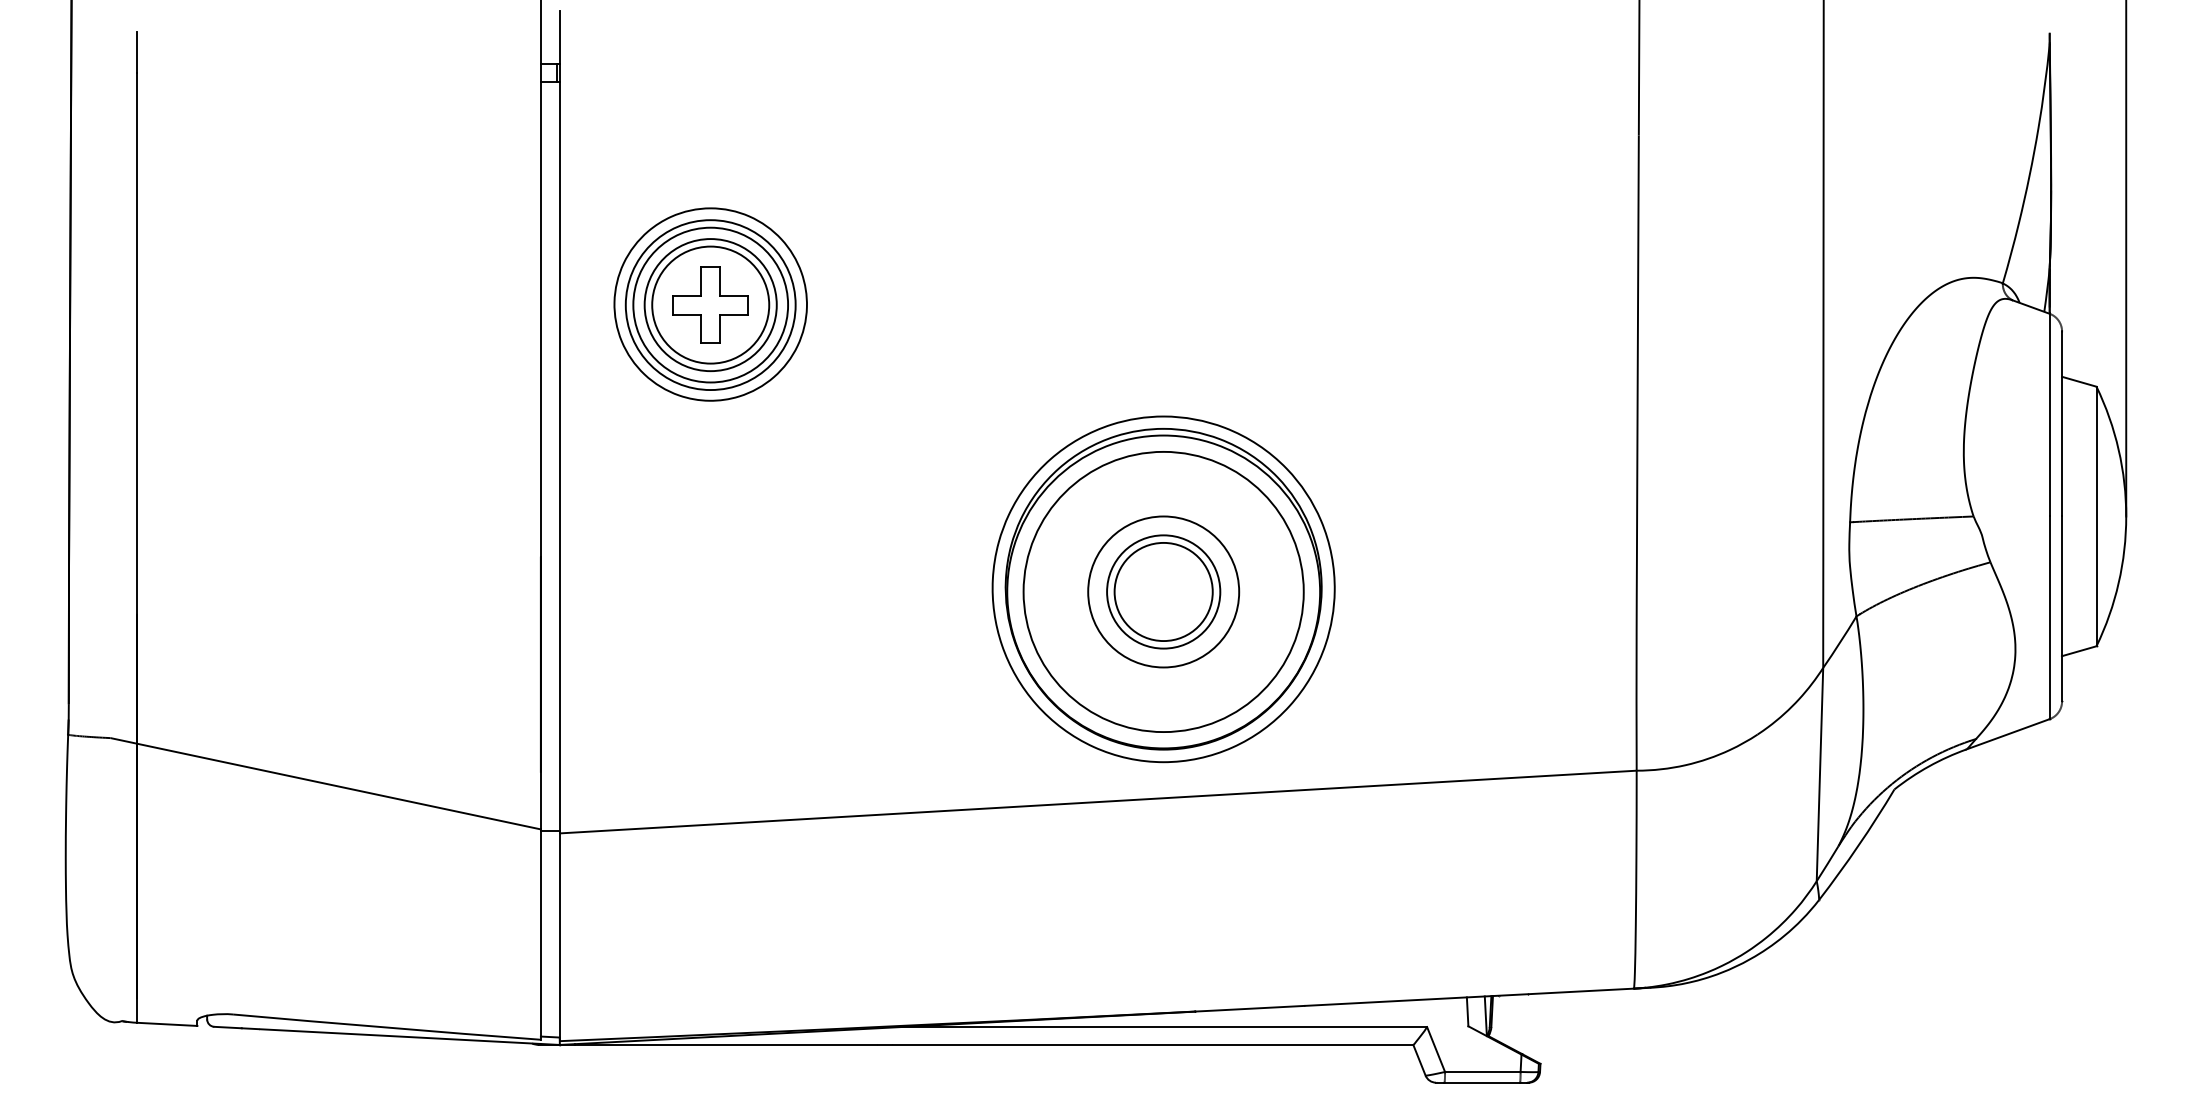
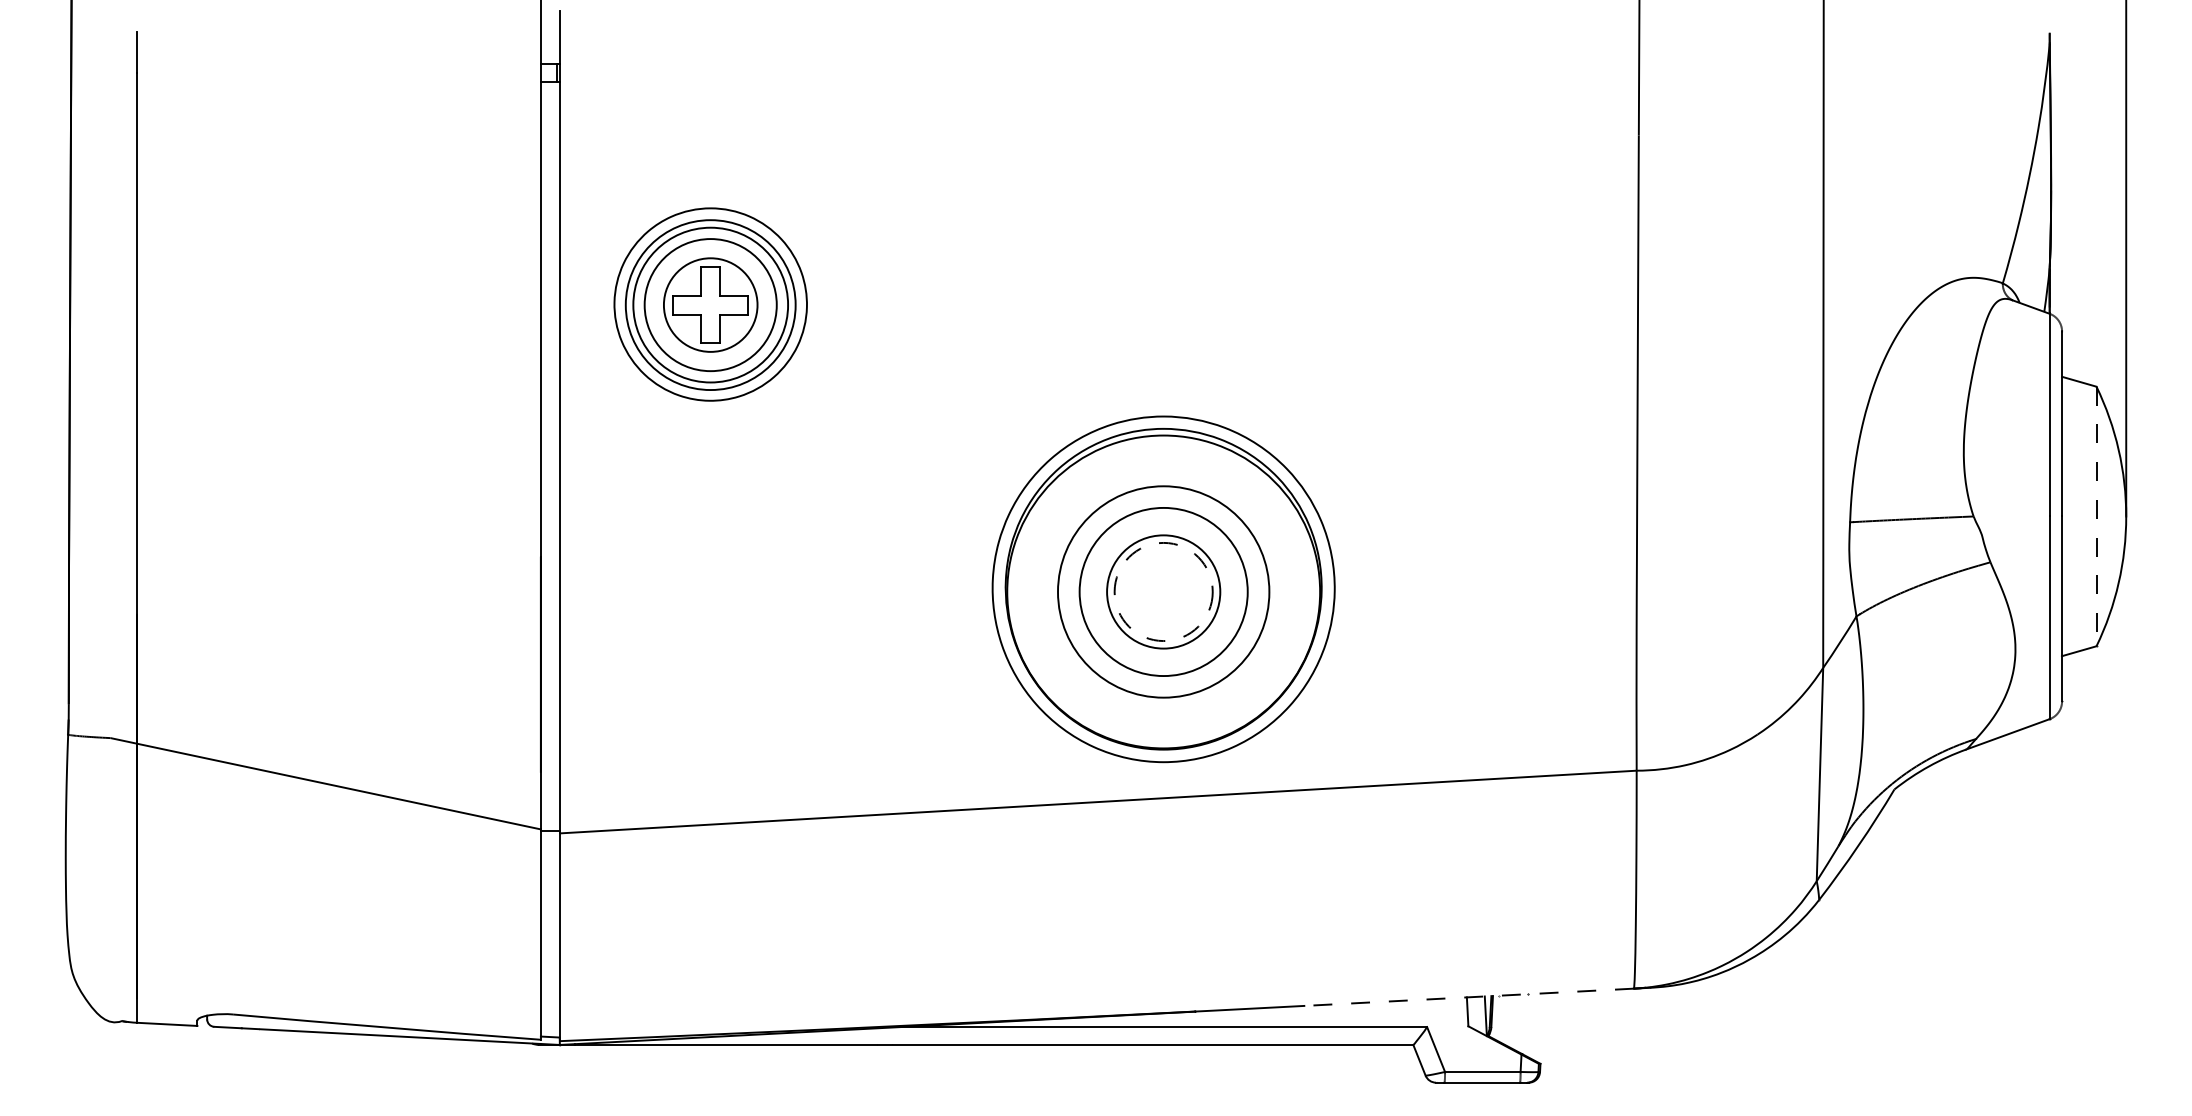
circle at (710, 304) diameter: 117 px -> 94 px
line at (2096, 516): solid -> dashed
circle at (1163, 591) diameter: 151 px -> 211 px
circle at (1163, 591) diameter: 280 px -> 168 px
circle at (1163, 591): solid -> dashed
line at (1469, 997): solid -> dashed
